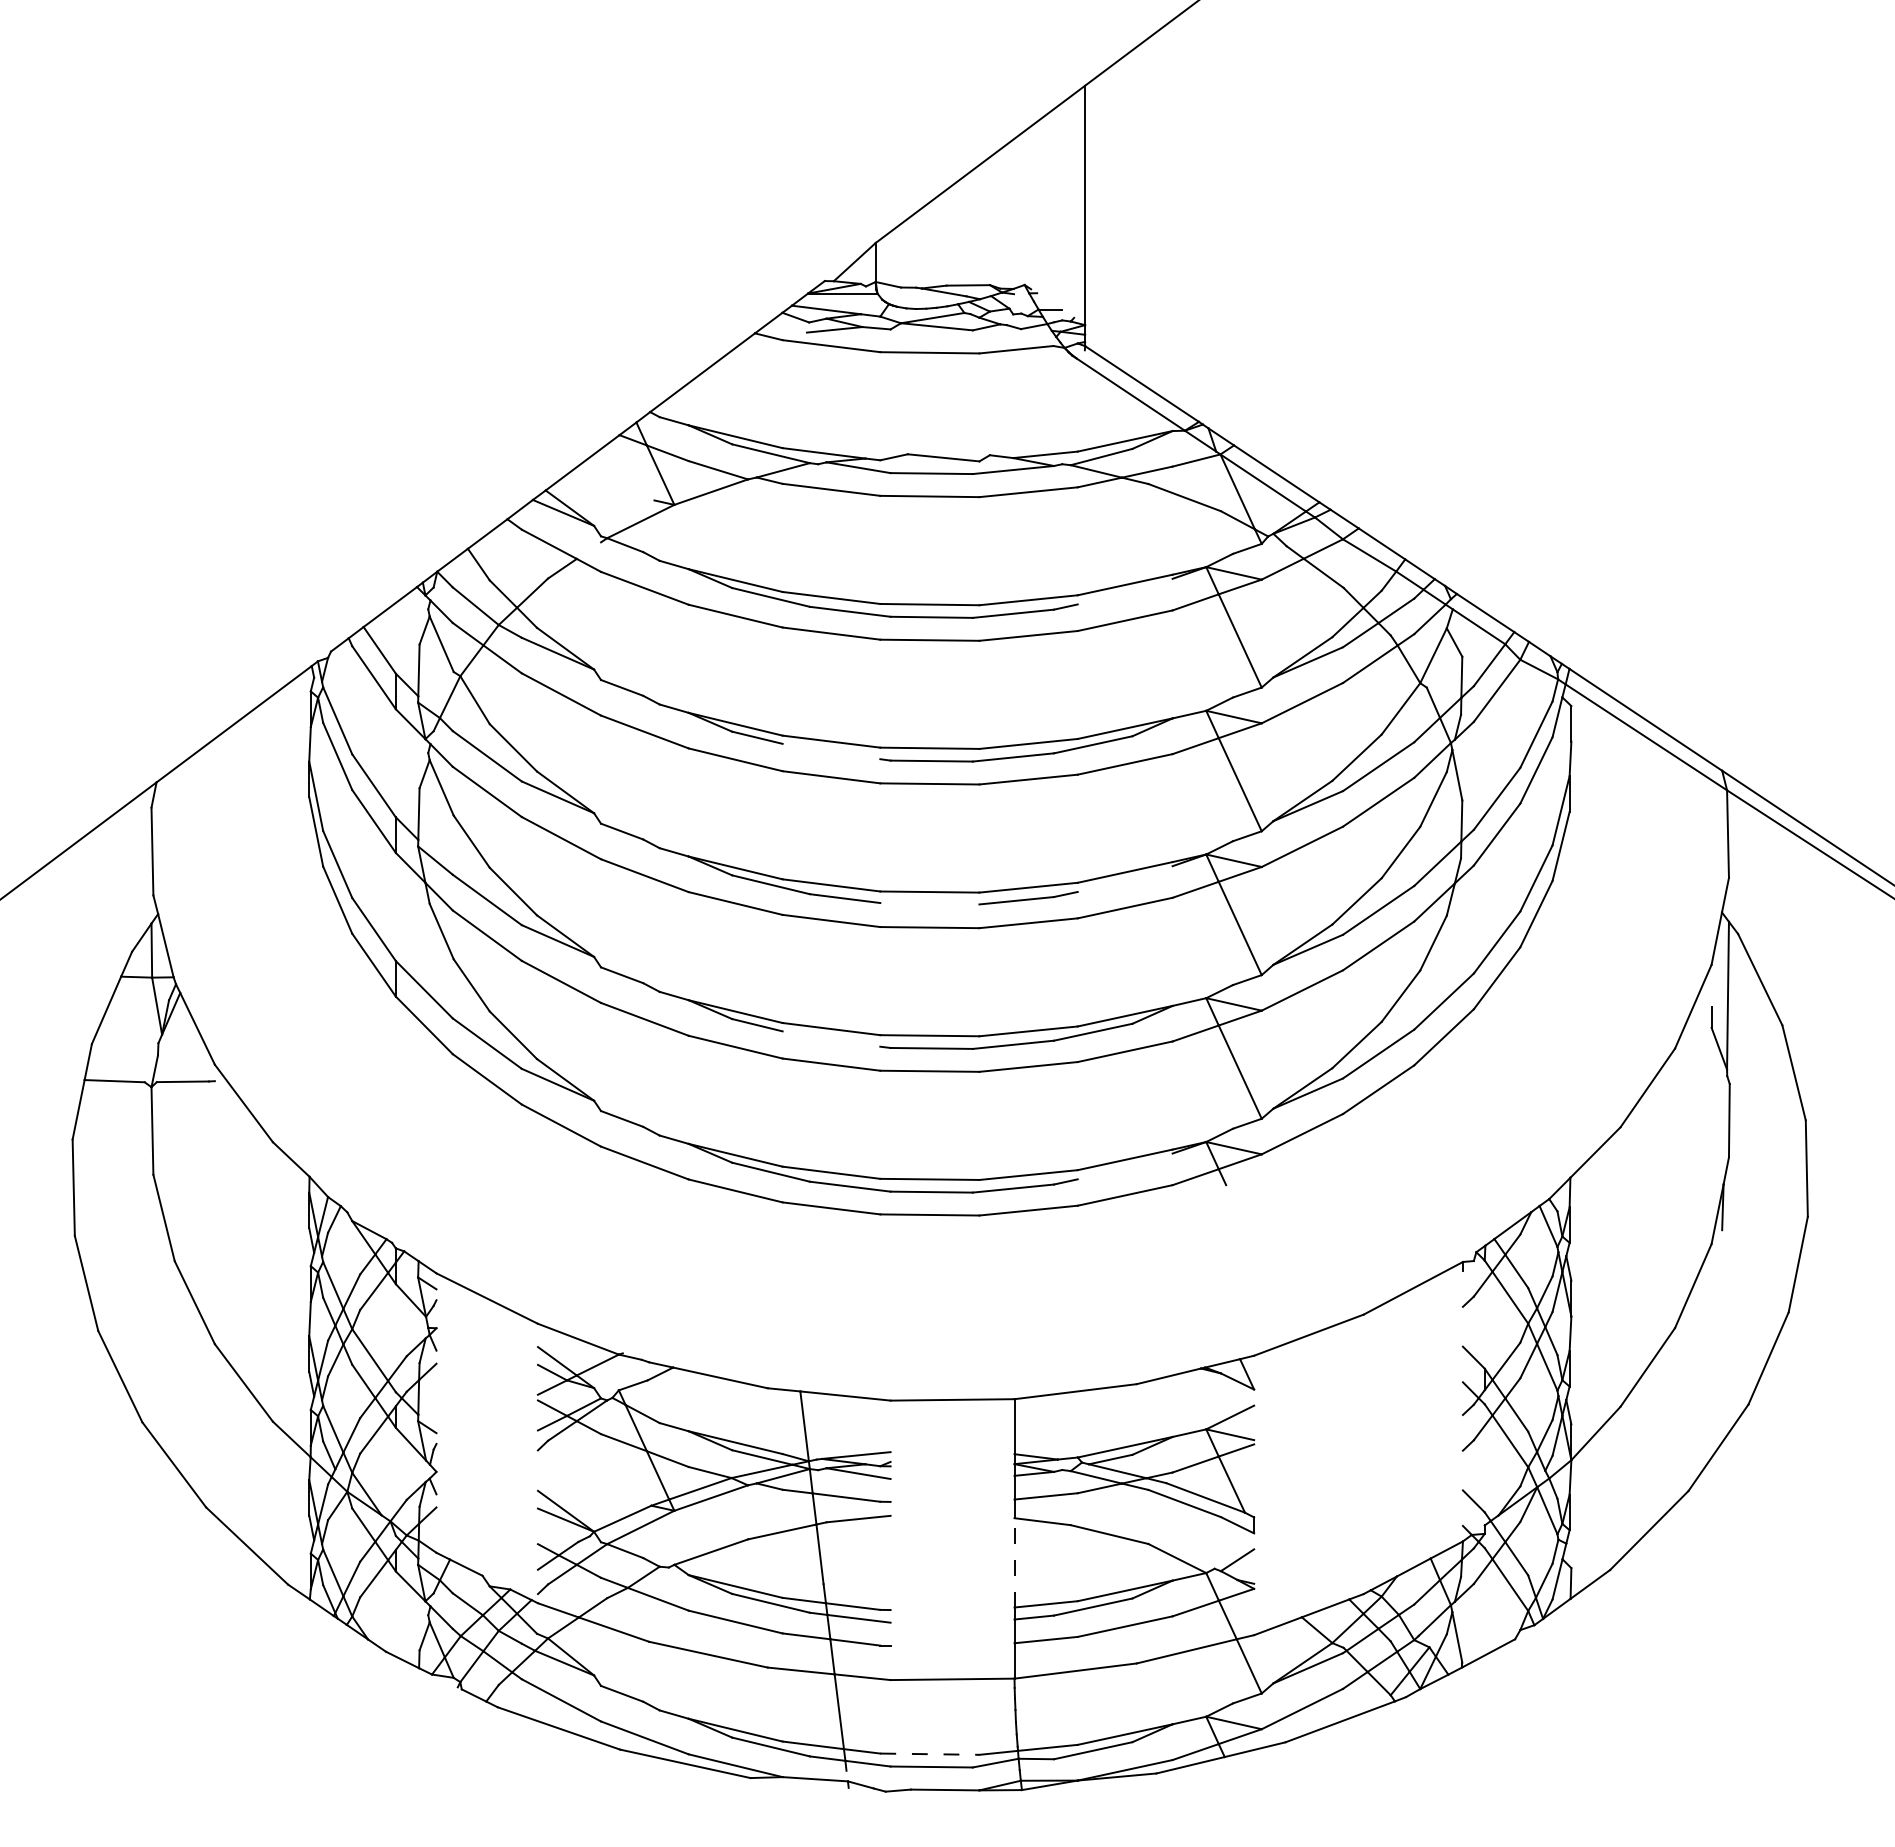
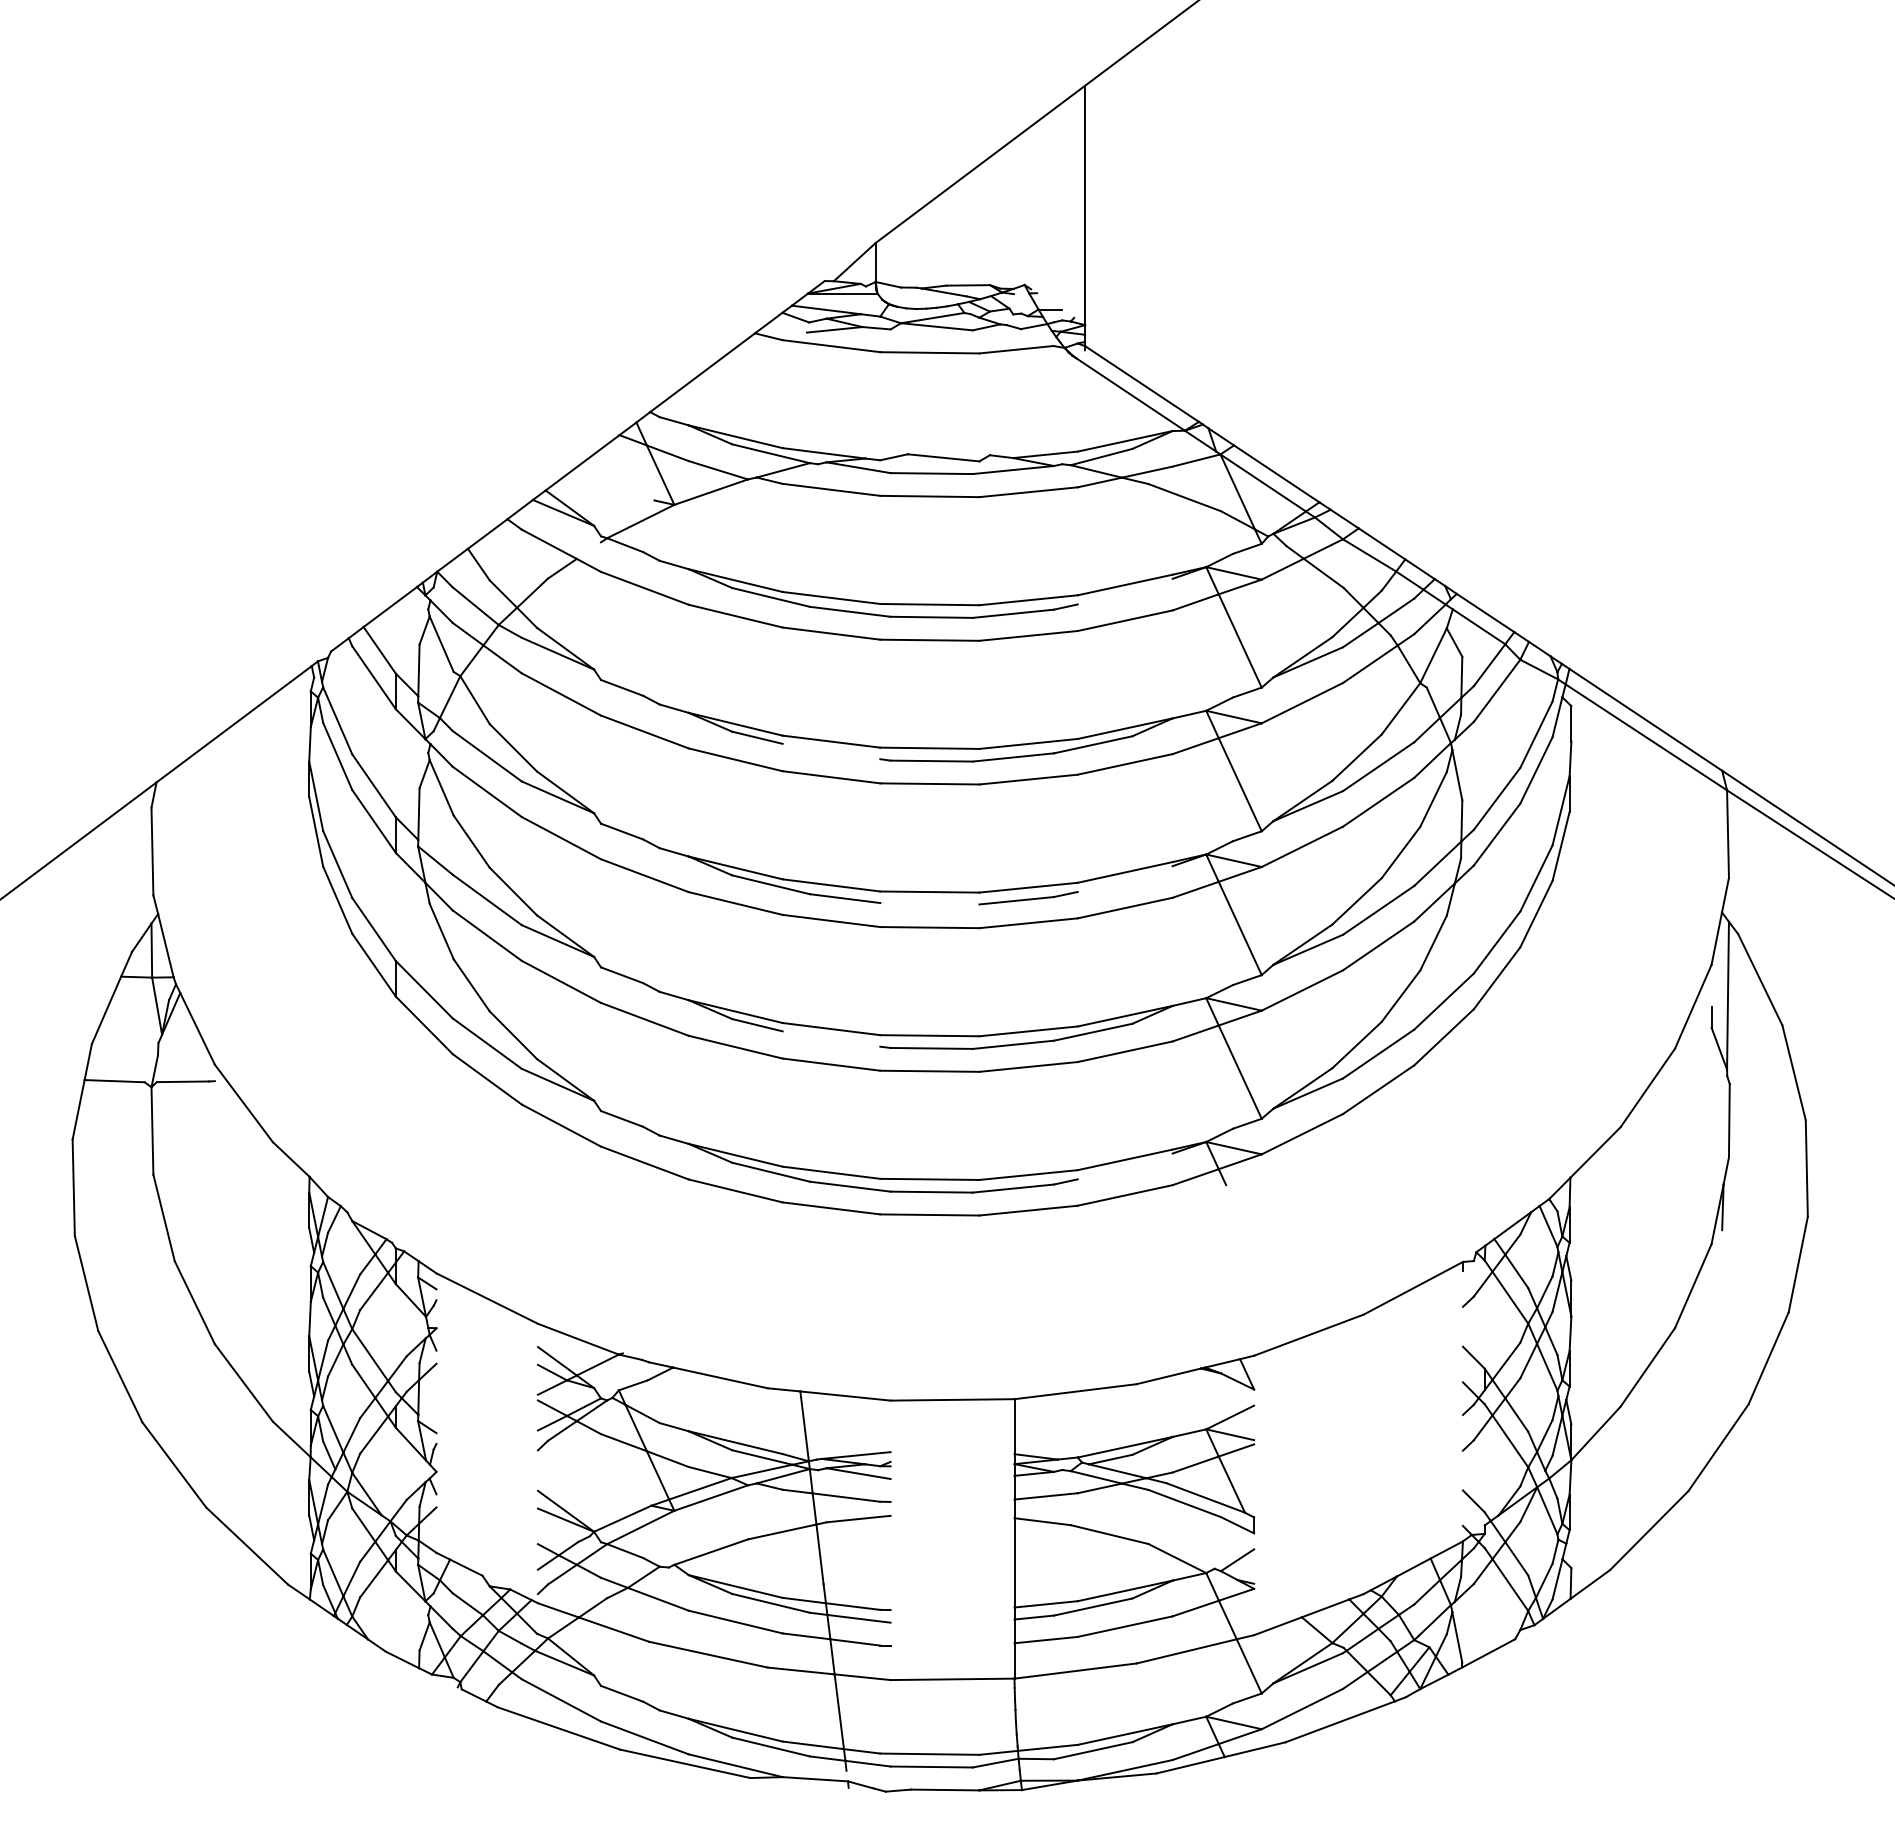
line at (1014, 1562): dashed -> solid
line at (929, 1754): dashed -> solid
